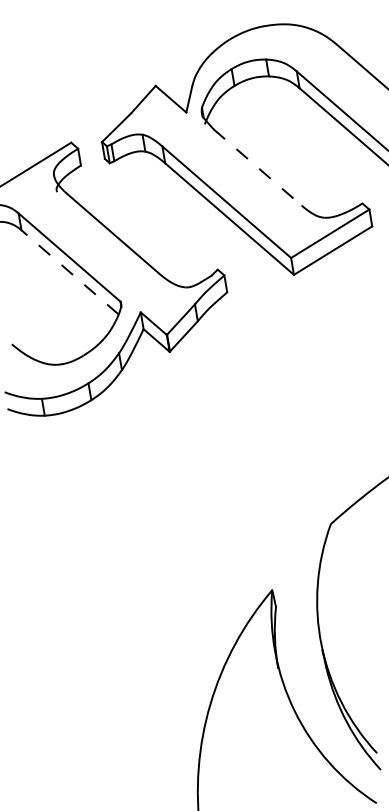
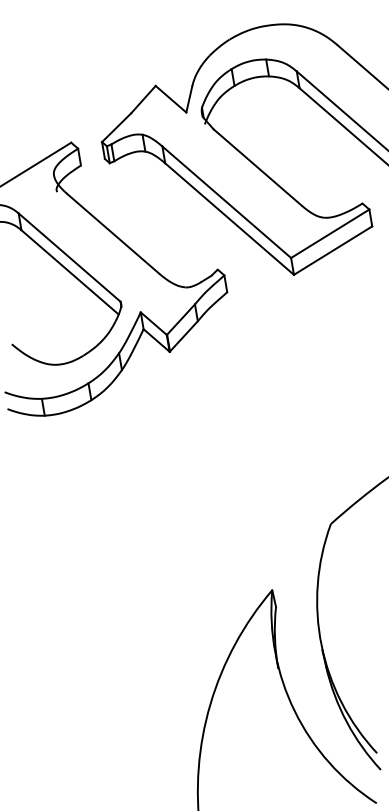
line at (258, 167): dashed -> solid
line at (69, 272): dashed -> solid
